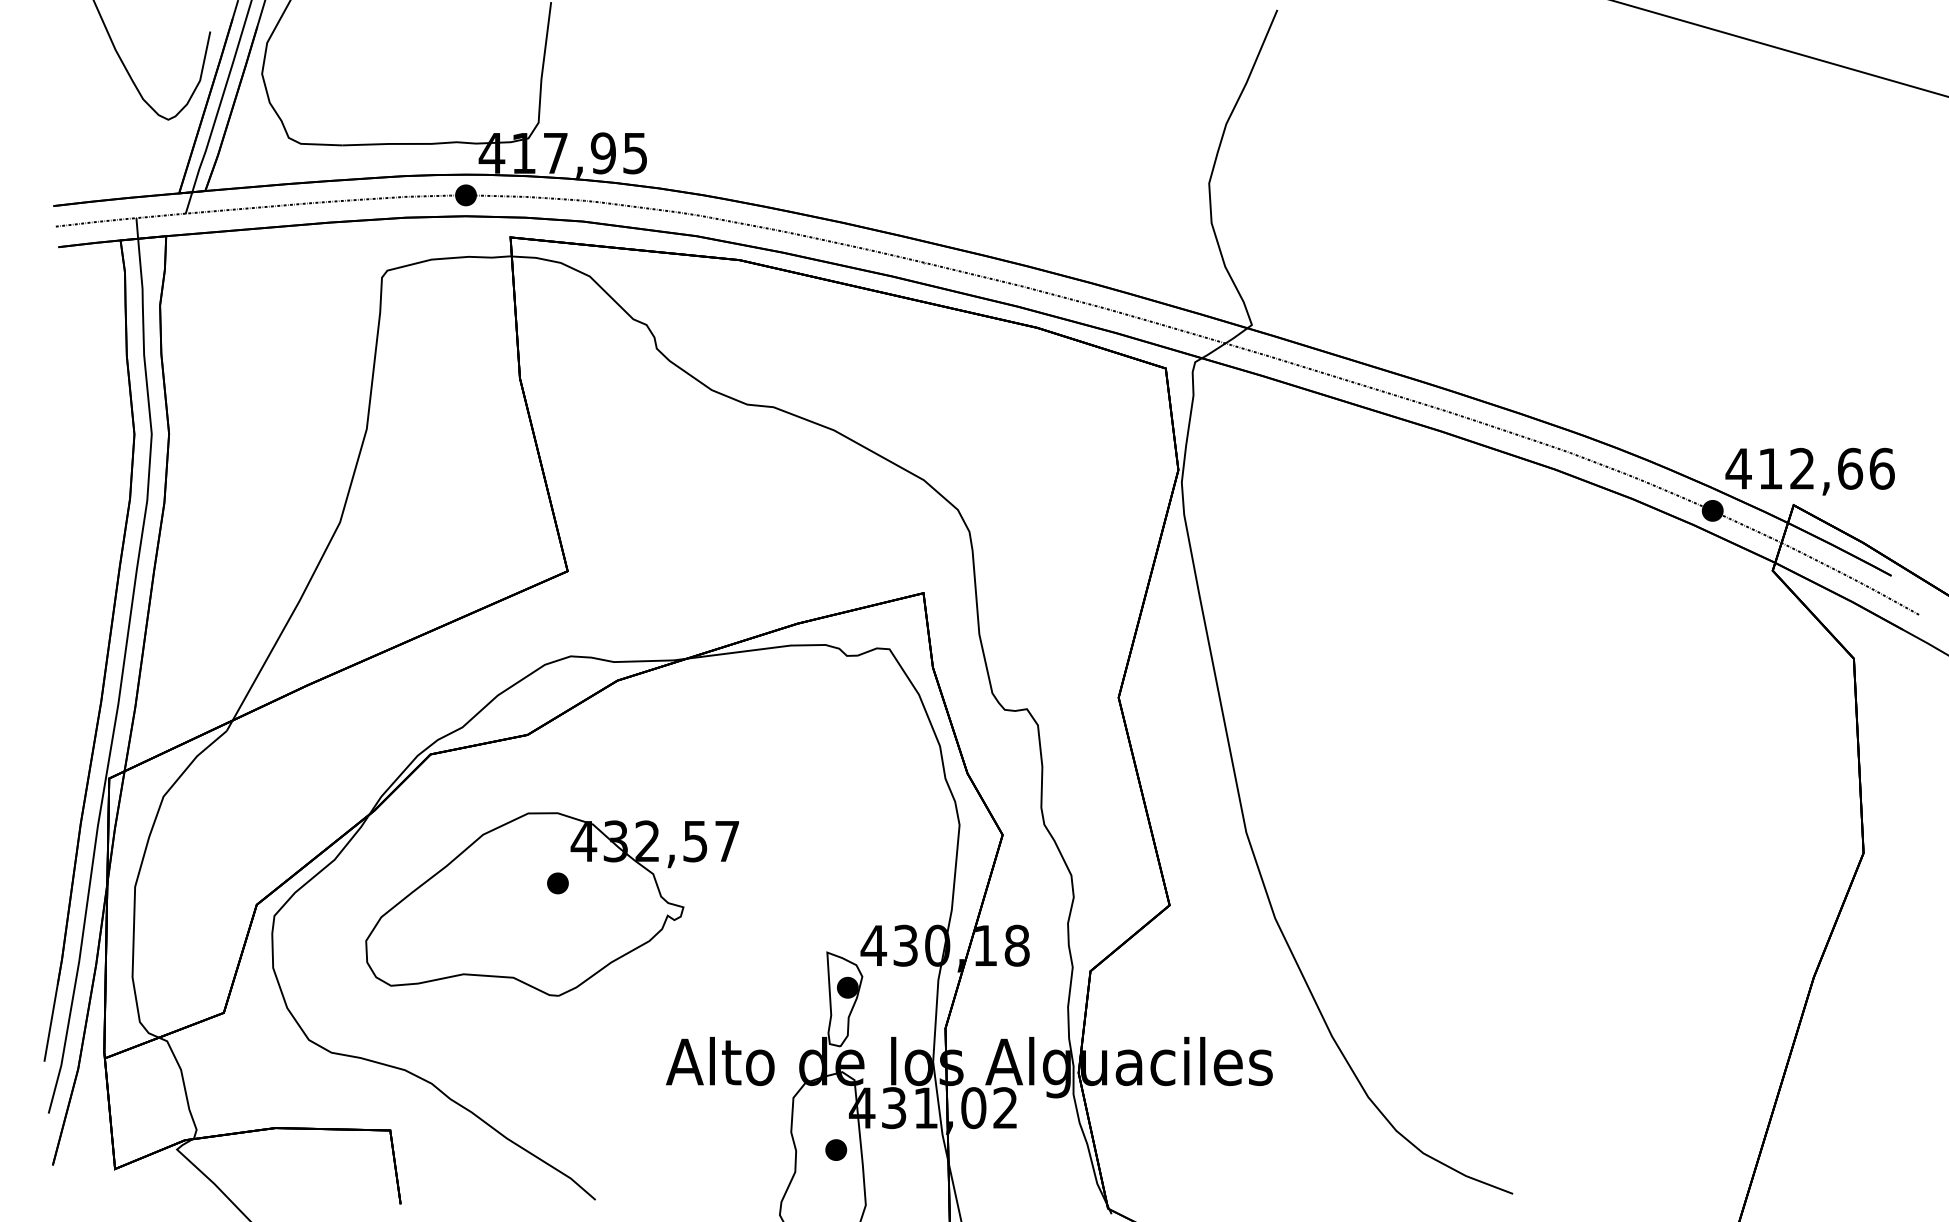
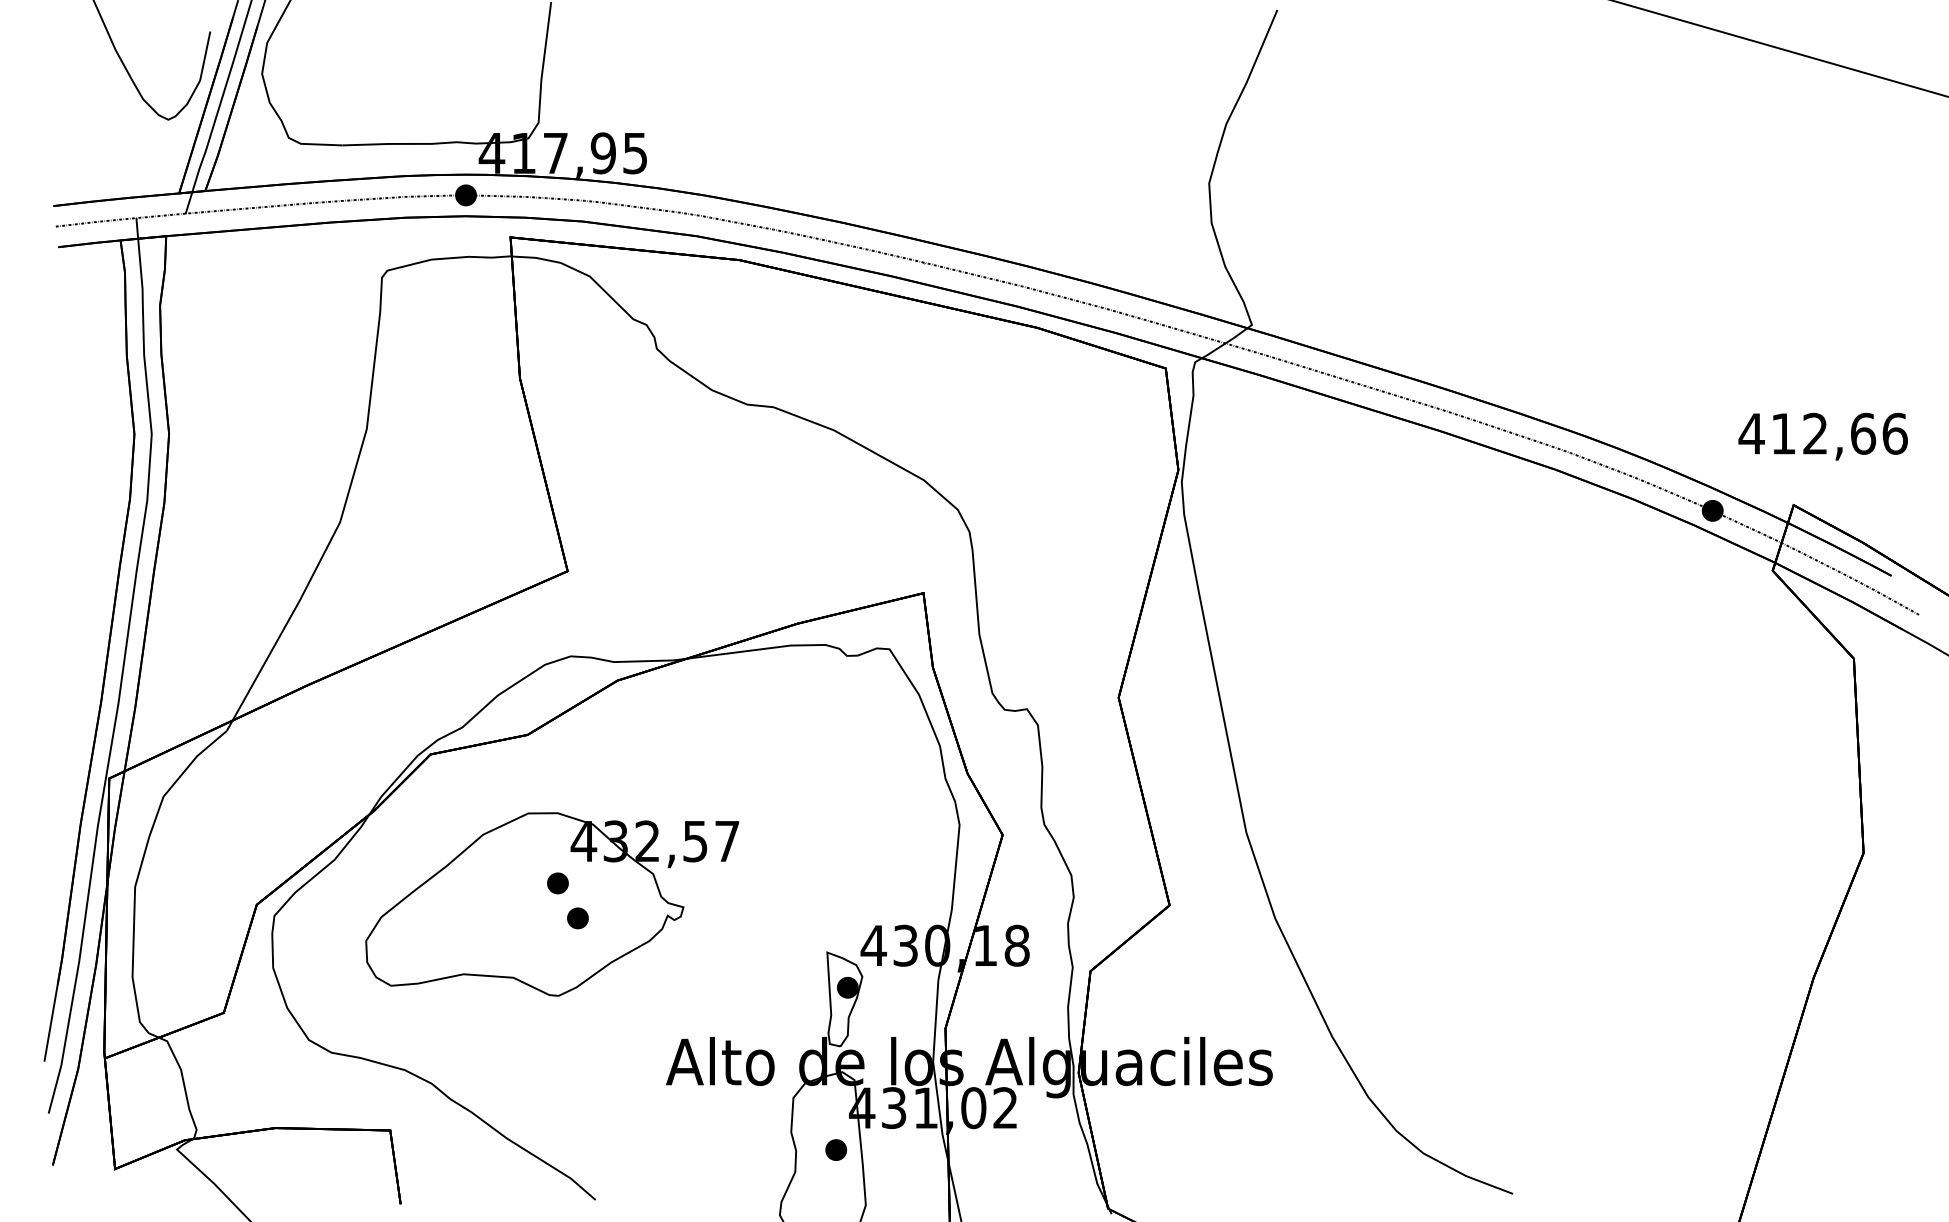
text at (1809, 471) position: (1809, 471) -> (1822, 436)
part at (577, 918): none -> present
